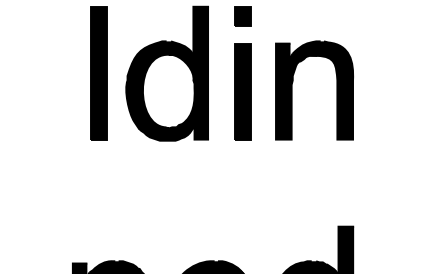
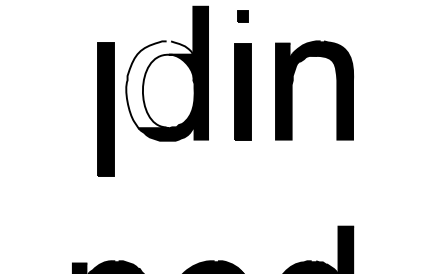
part at (242, 16) size: 18x21 px -> 12x13 px
part at (98, 73) position: (98, 73) -> (105, 109)
fill at (159, 84): present -> none
